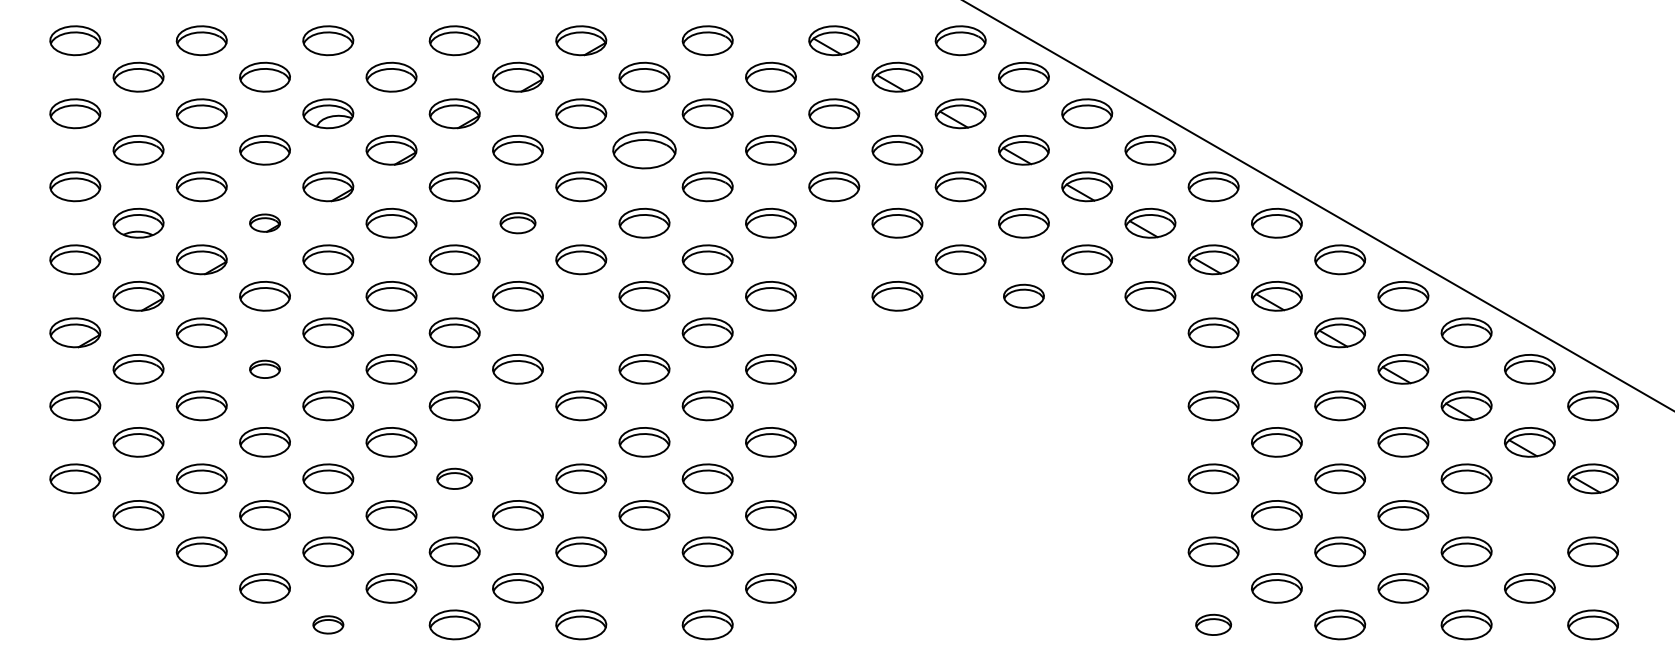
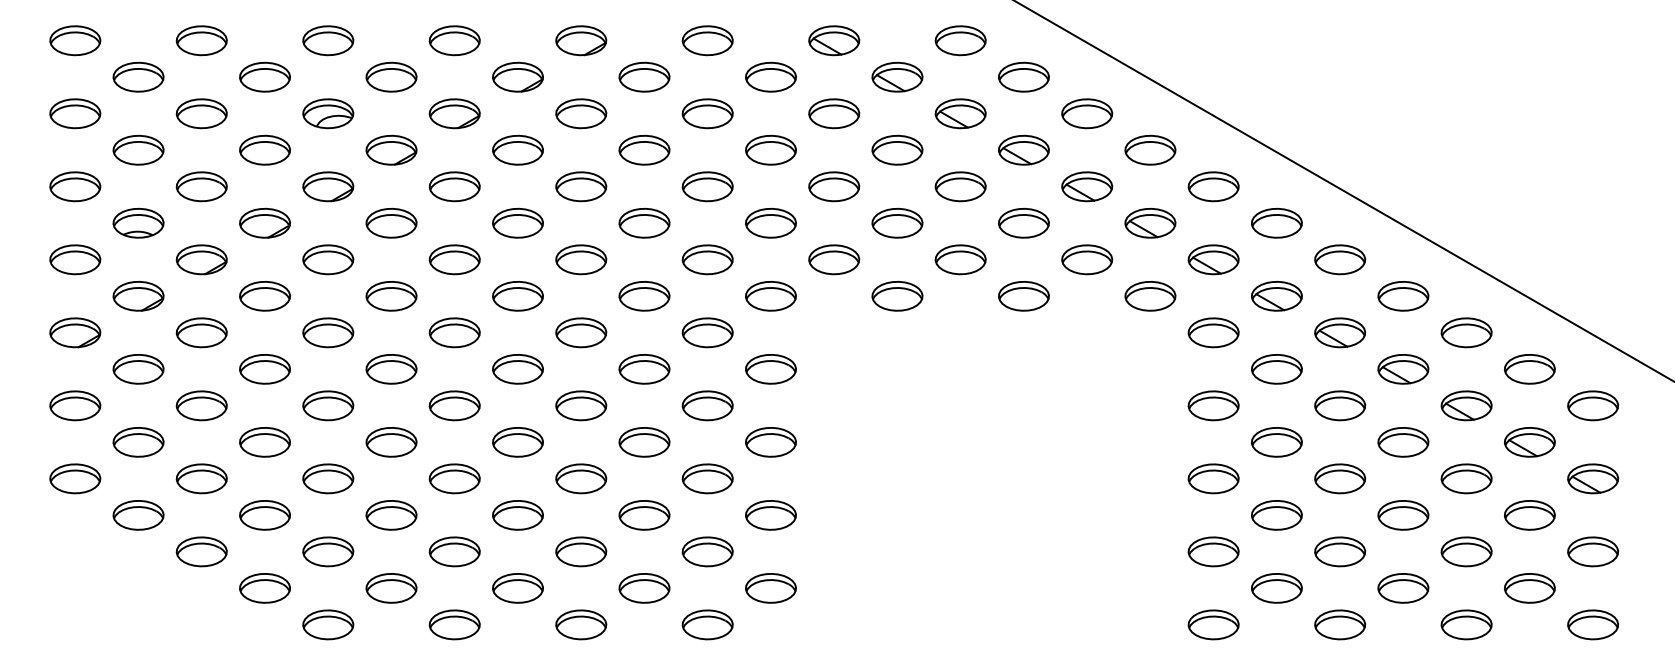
part at (644, 150) size: 65x39 px -> 53x32 px
line at (1318, 205) position: (1318, 205) -> (1343, 191)
part at (264, 222) size: 32x20 px -> 52x32 px
part at (517, 223) size: 38x23 px -> 52x32 px
part at (834, 259): none -> present
part at (1023, 295) size: 42x26 px -> 52x31 px
part at (581, 332): none -> present
part at (264, 368) size: 32x20 px -> 52x31 px
part at (517, 442): none -> present
part at (454, 478) size: 38x23 px -> 53x32 px
part at (1529, 515): none -> present
part at (644, 588): none -> present
part at (328, 624) size: 33x20 px -> 53x32 px
part at (1213, 624) size: 38x23 px -> 53x32 px
